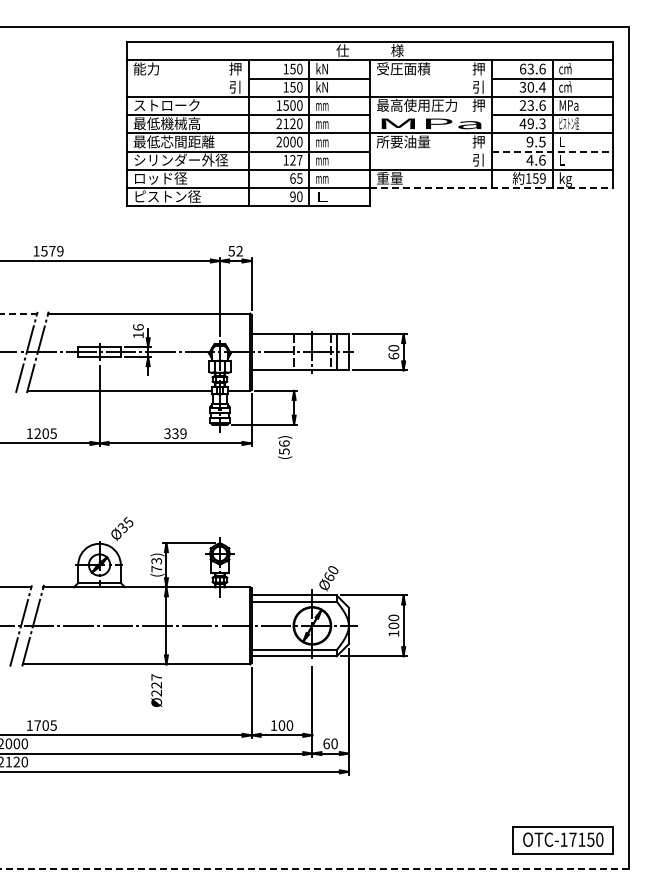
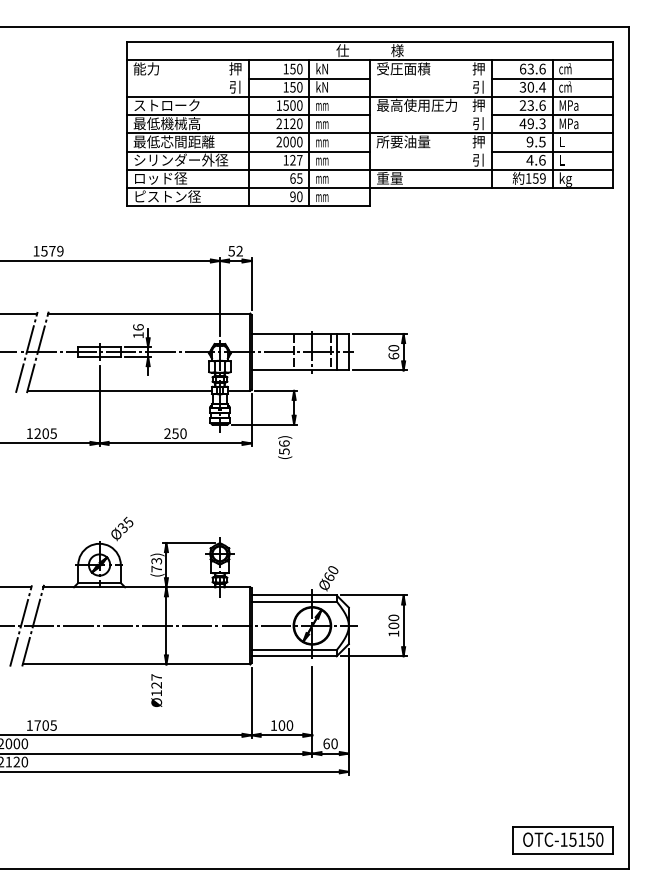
text at (432, 123): MPa -> 引
text at (568, 123): ピストン径 -> MPa
line at (552, 151): dashed -> solid
line at (491, 188): dashed -> solid
text at (322, 196): L -> mm
line at (19, 313): dashed -> solid
text at (175, 433): 339 -> 250
text at (156, 693): Ø227 -> Ø127
text at (572, 839): OTC-17150 -> OTC-15150
line at (314, 869): dashed -> solid
